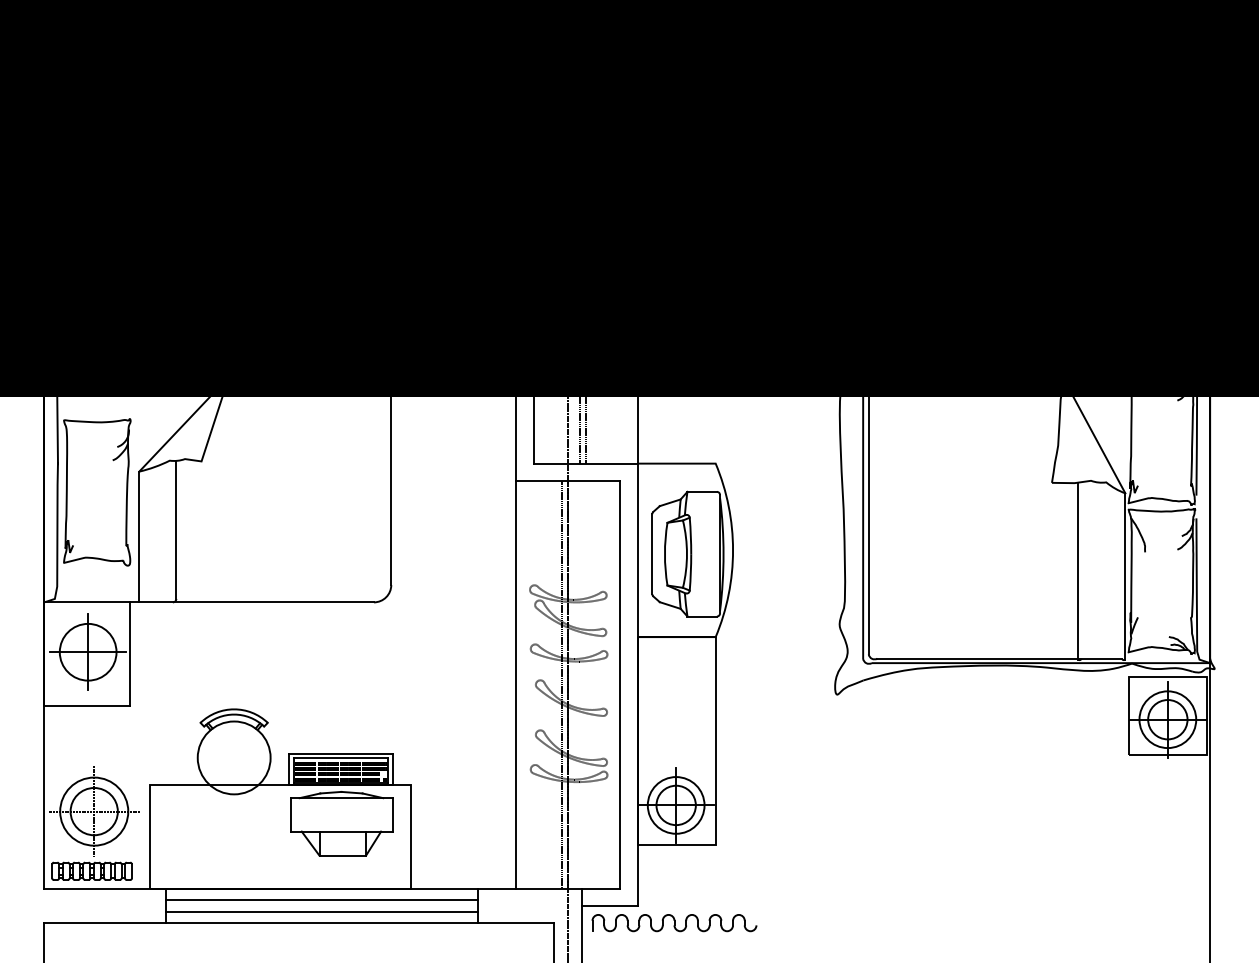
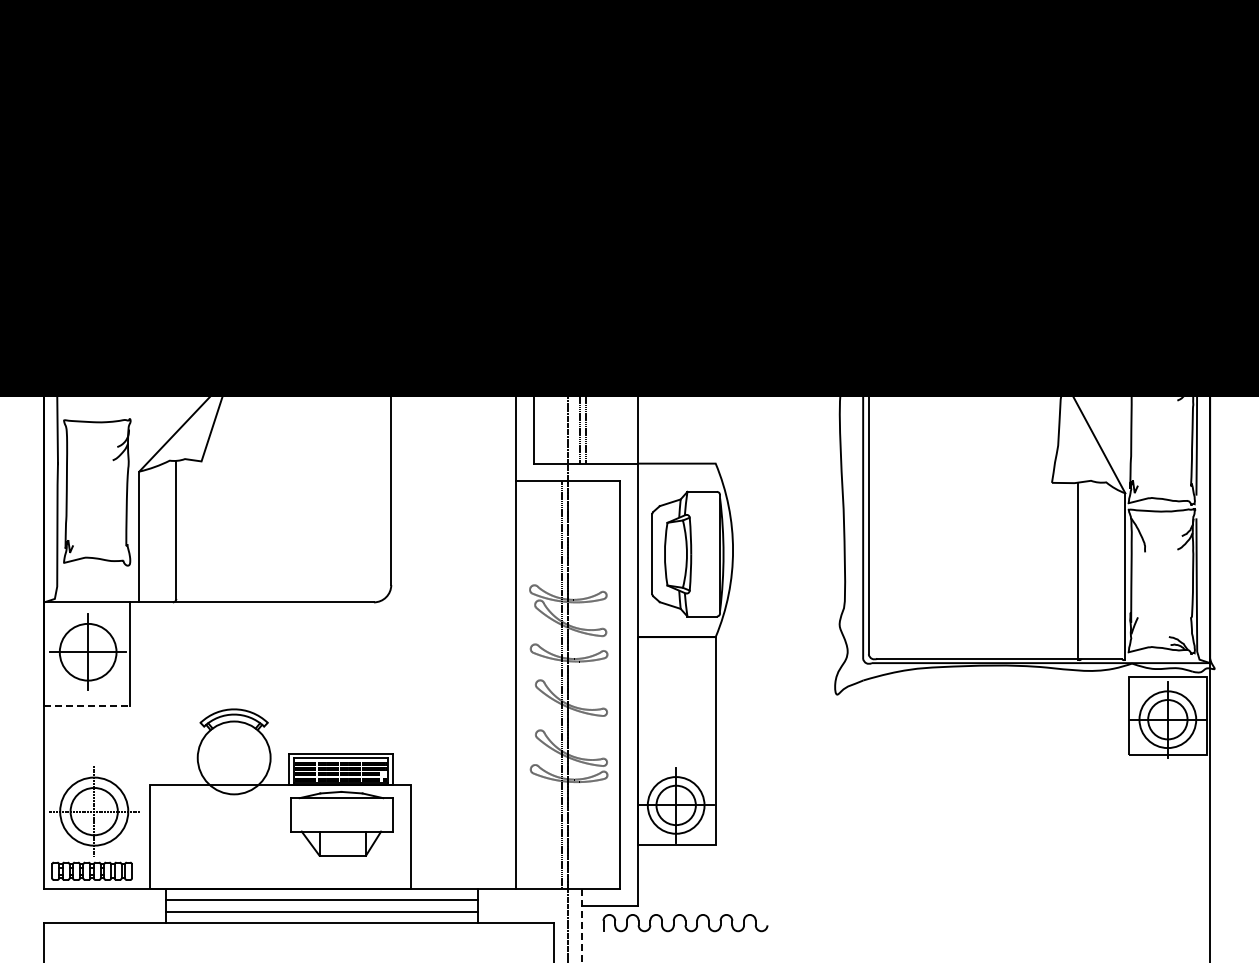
line at (86, 706): solid -> dashed
part at (674, 923) position: (674, 923) -> (685, 923)
line at (582, 926): solid -> dashed
